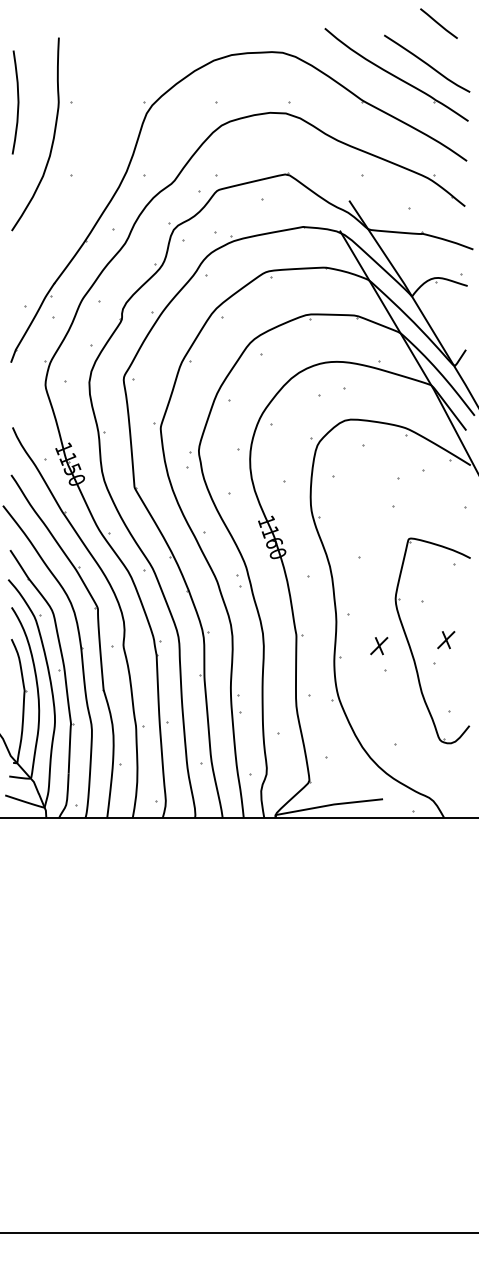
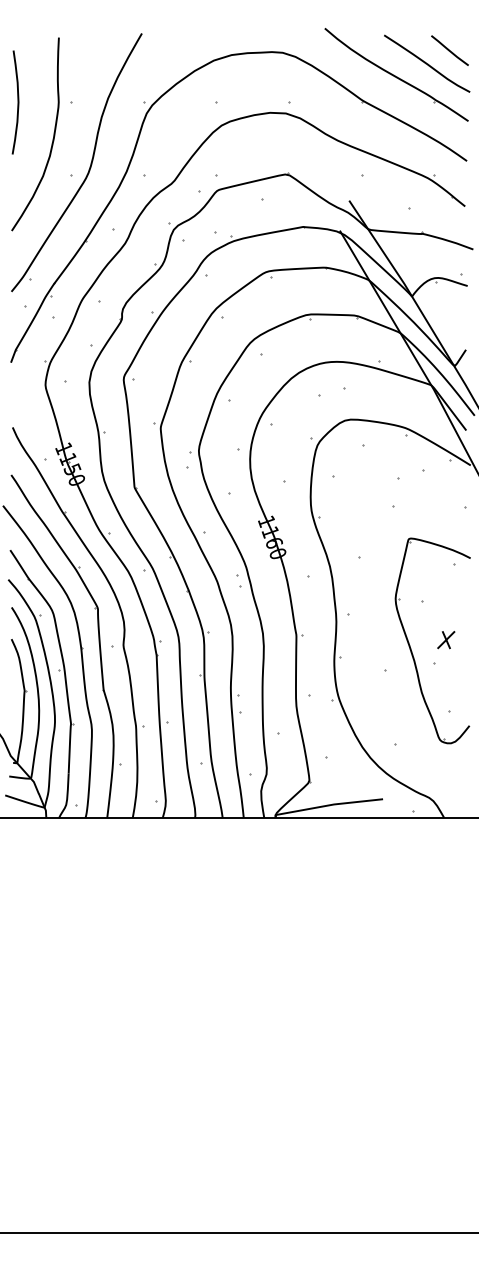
line at (438, 23) position: (438, 23) -> (449, 50)
part at (89, 166): none -> present
part at (379, 646): present -> none
